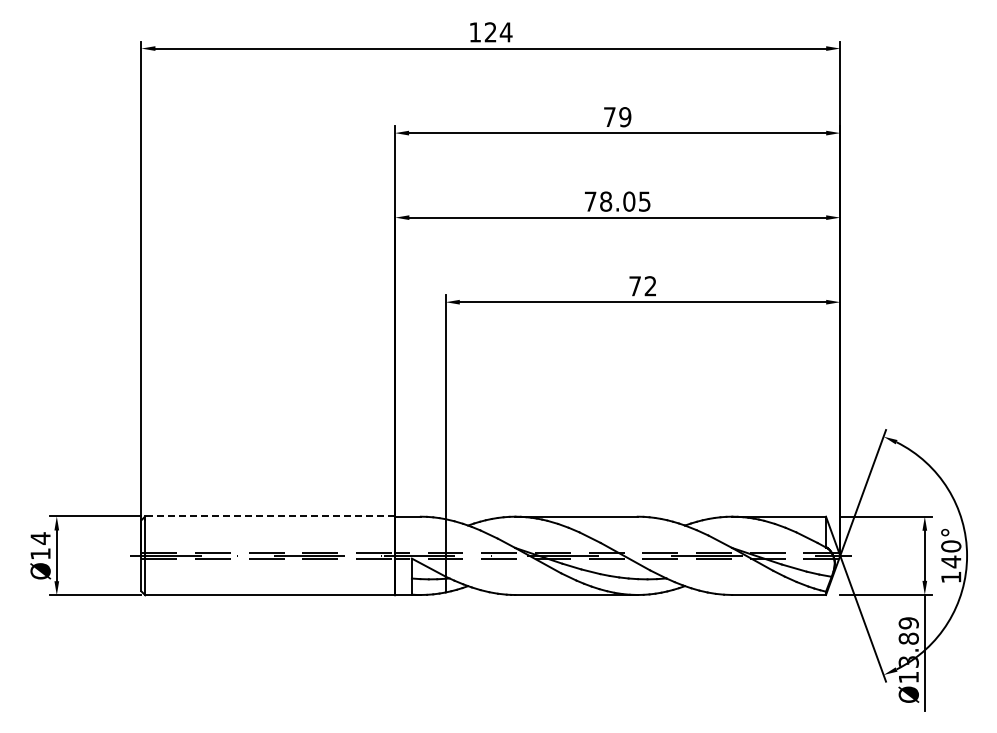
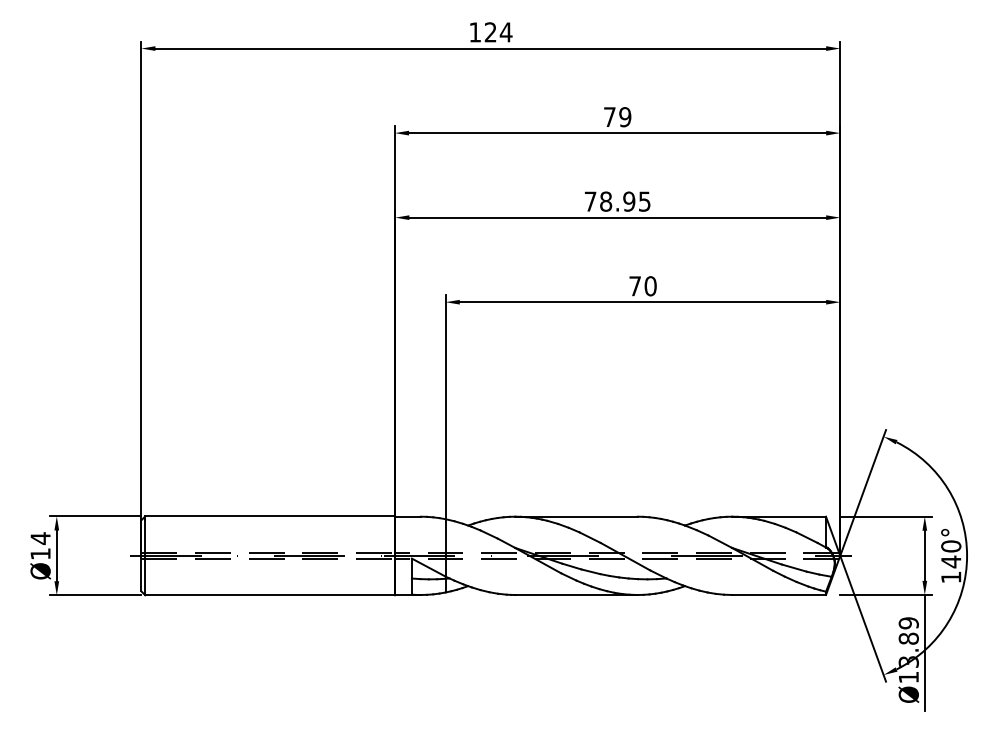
text at (629, 201): 78.05 -> 78.95
text at (650, 286): 72 -> 70
line at (270, 516): dashed -> solid
